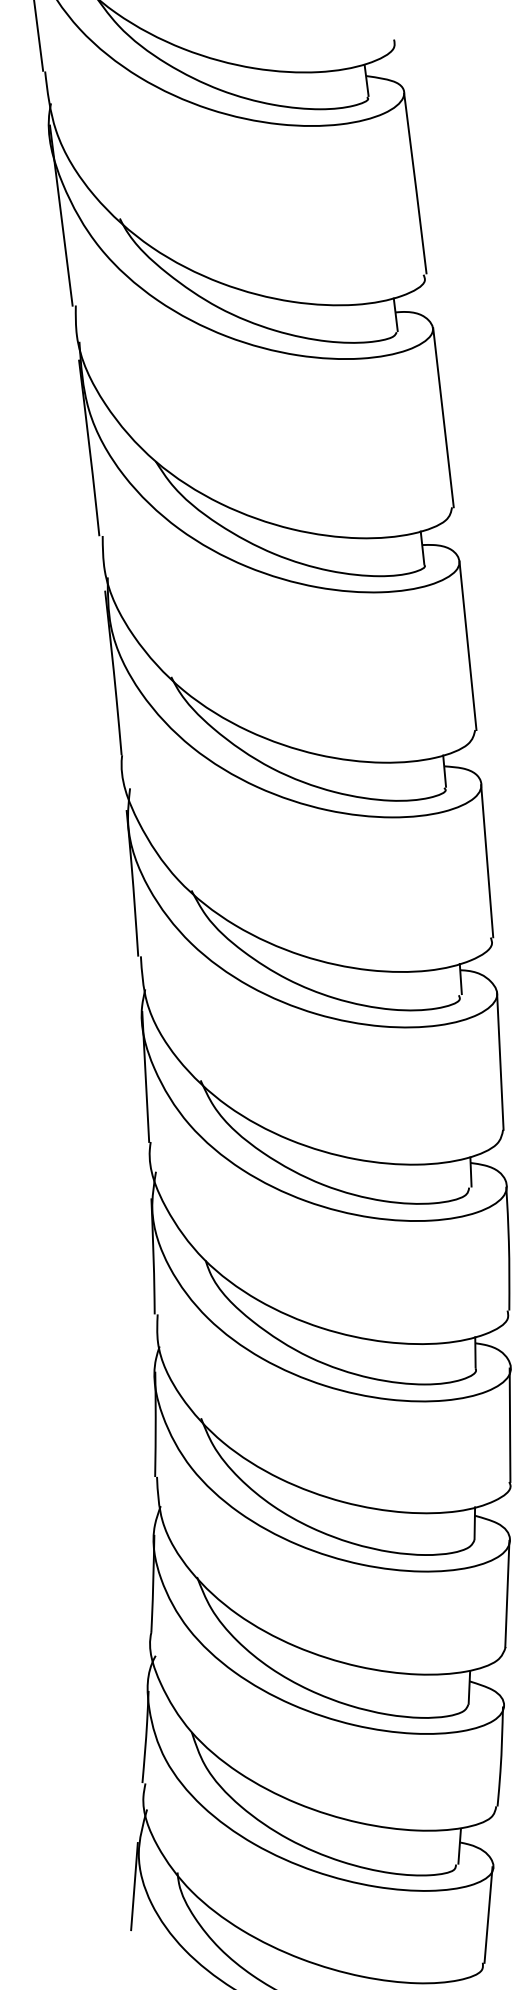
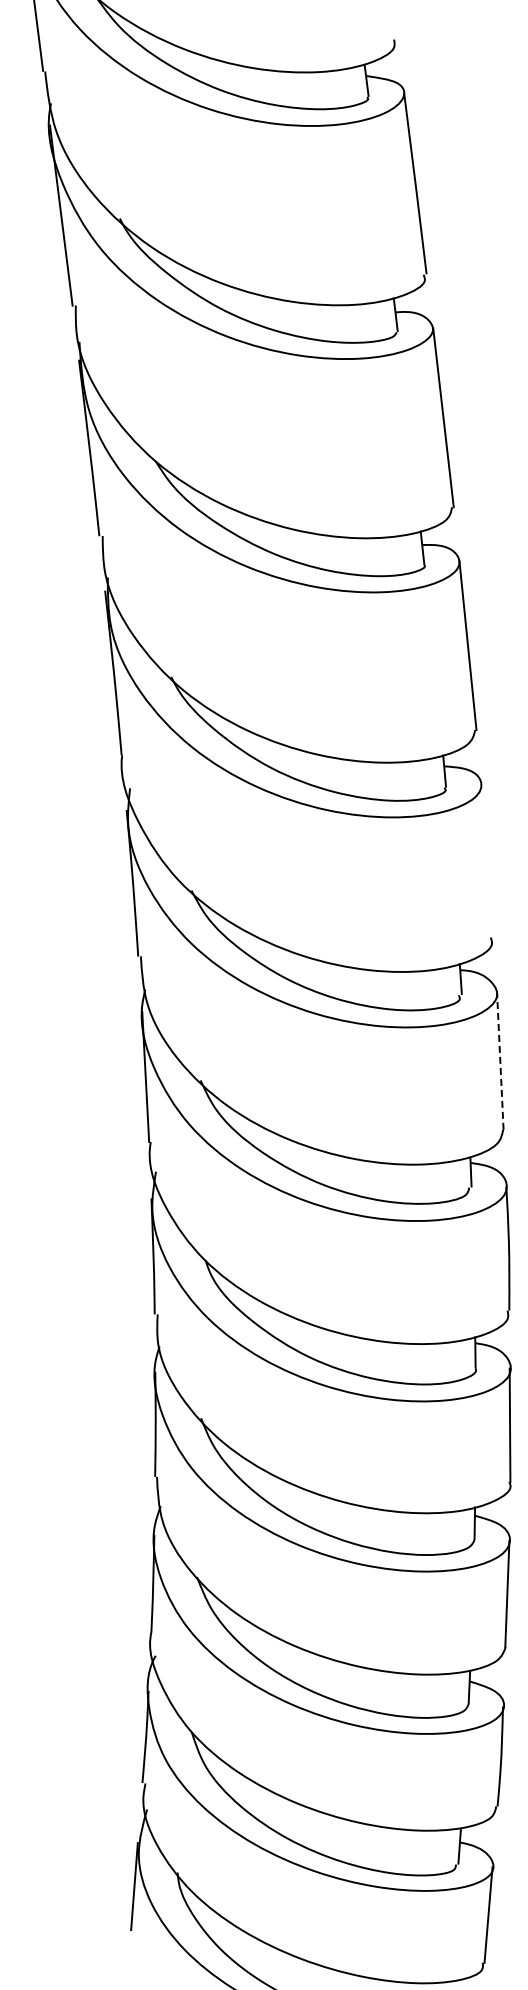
line at (487, 861): present -> none
line at (500, 1061): solid -> dashed
